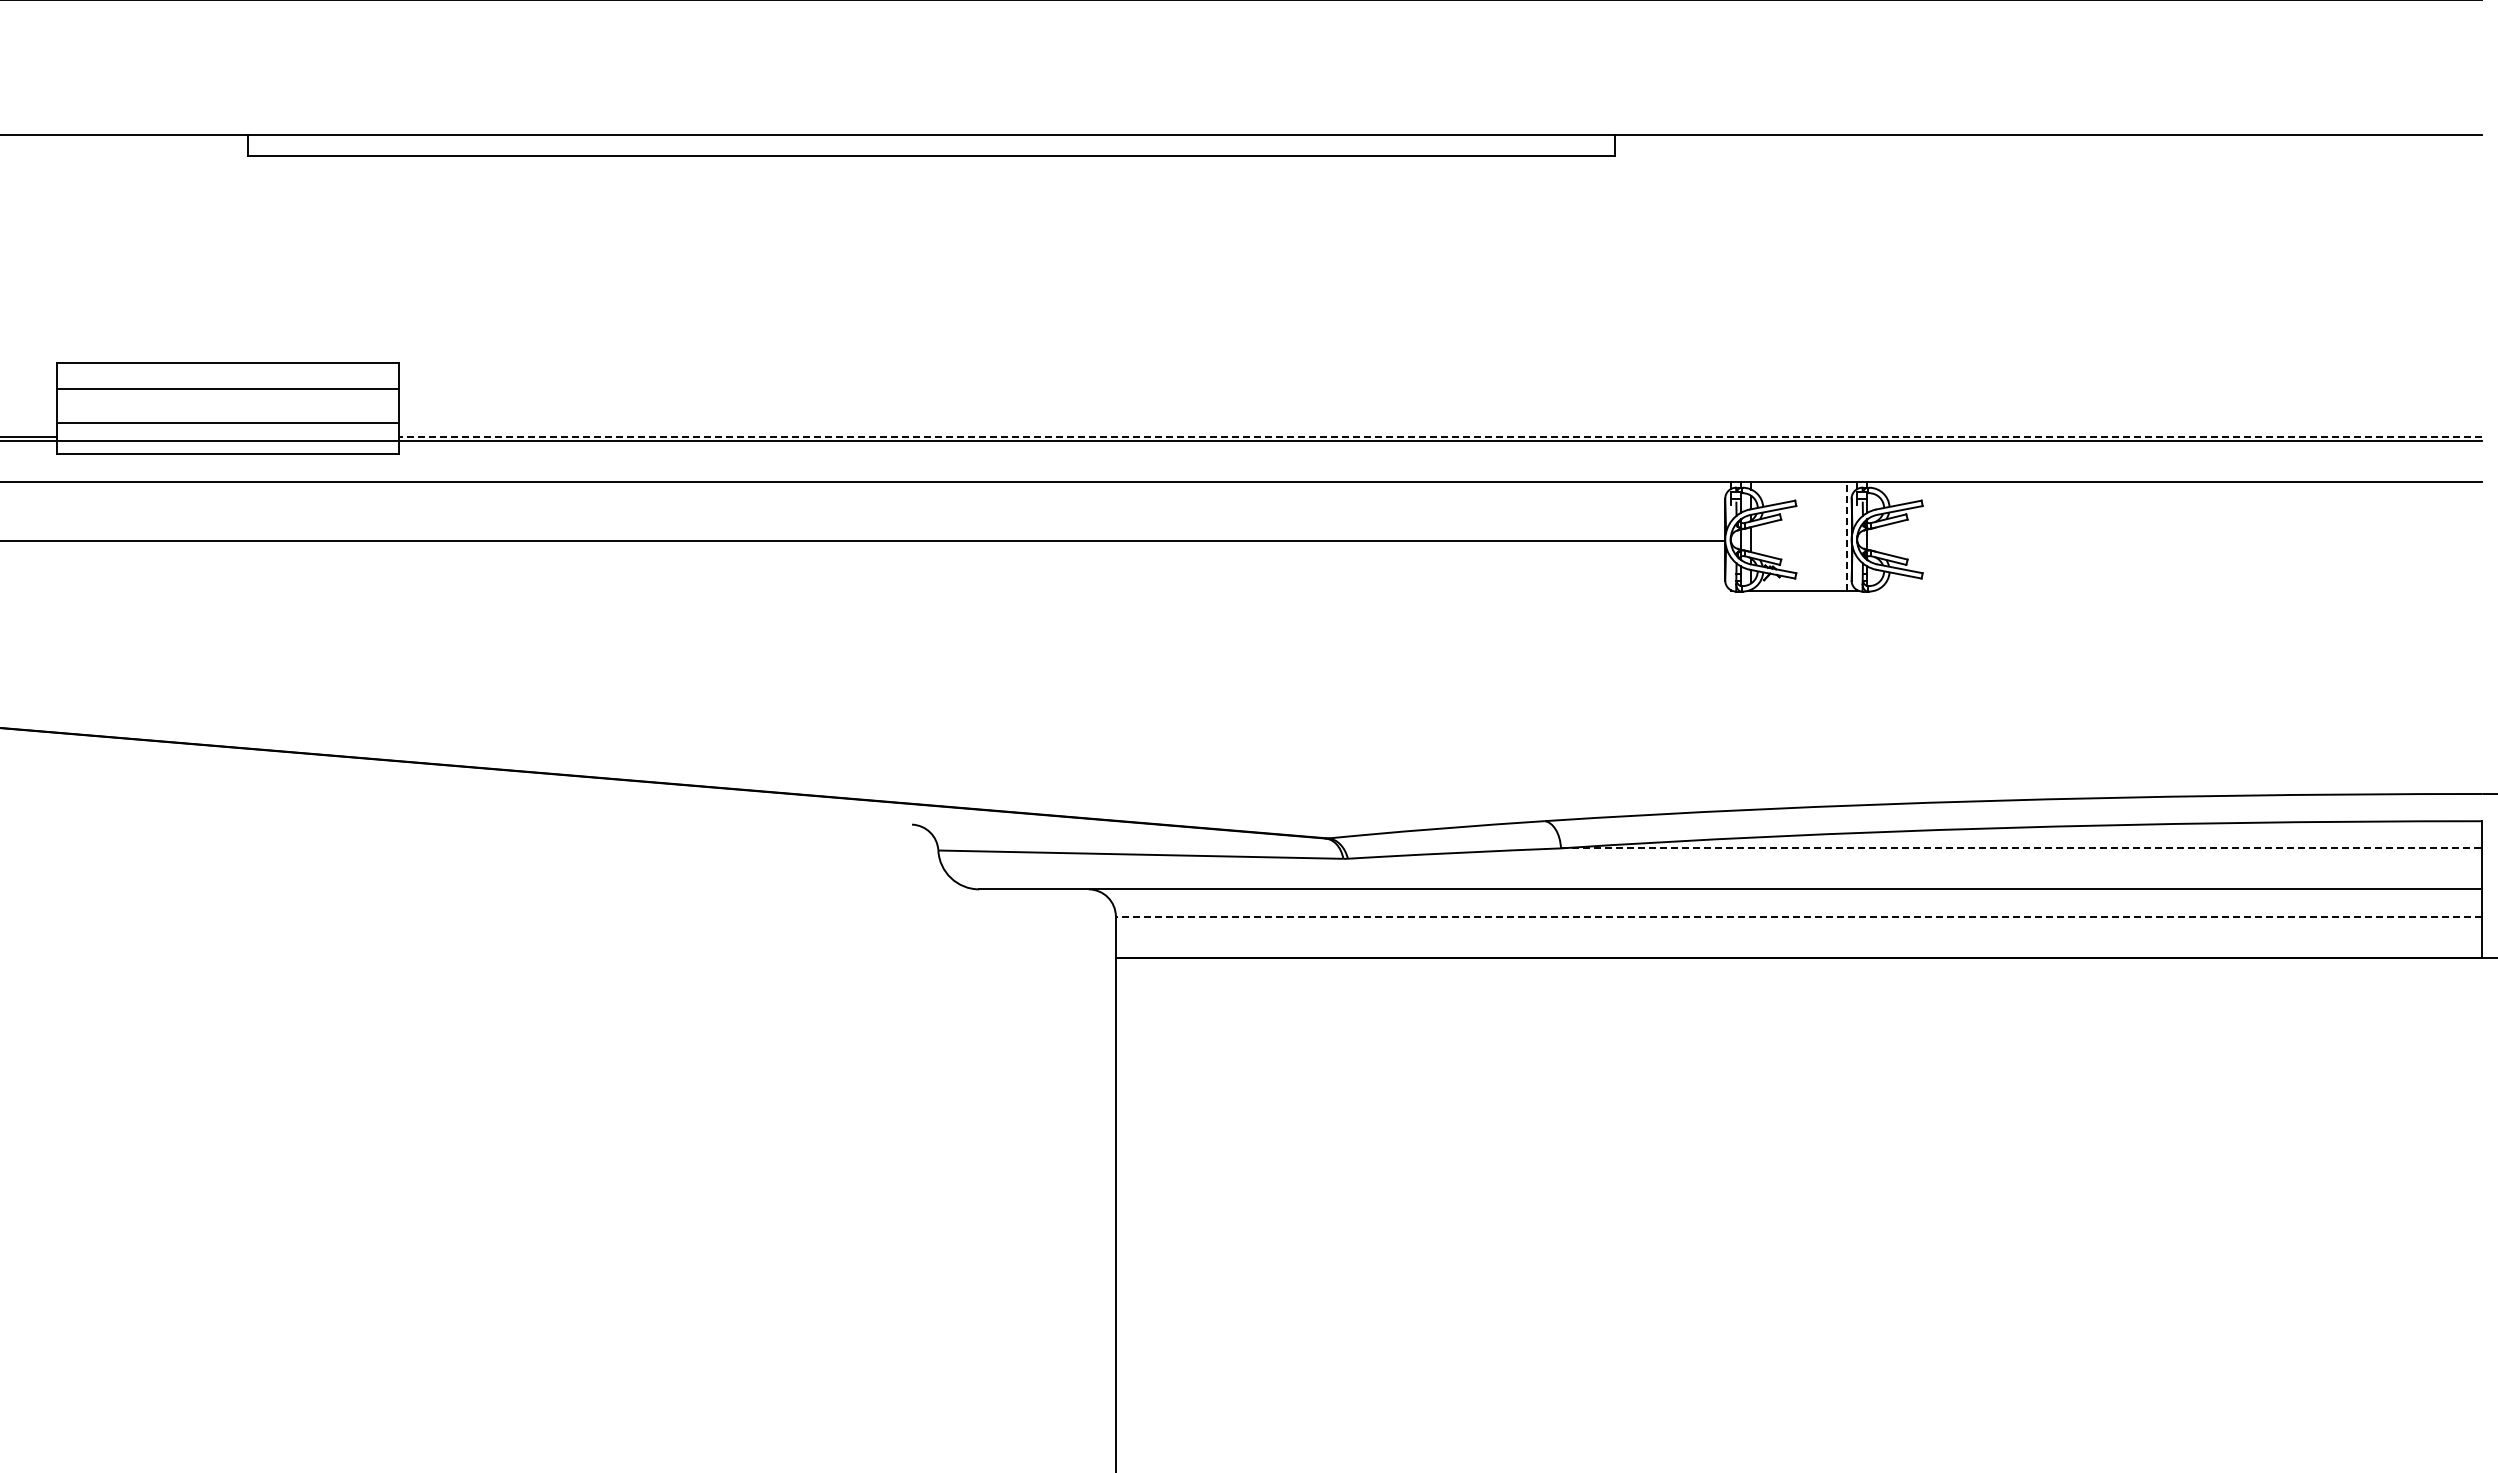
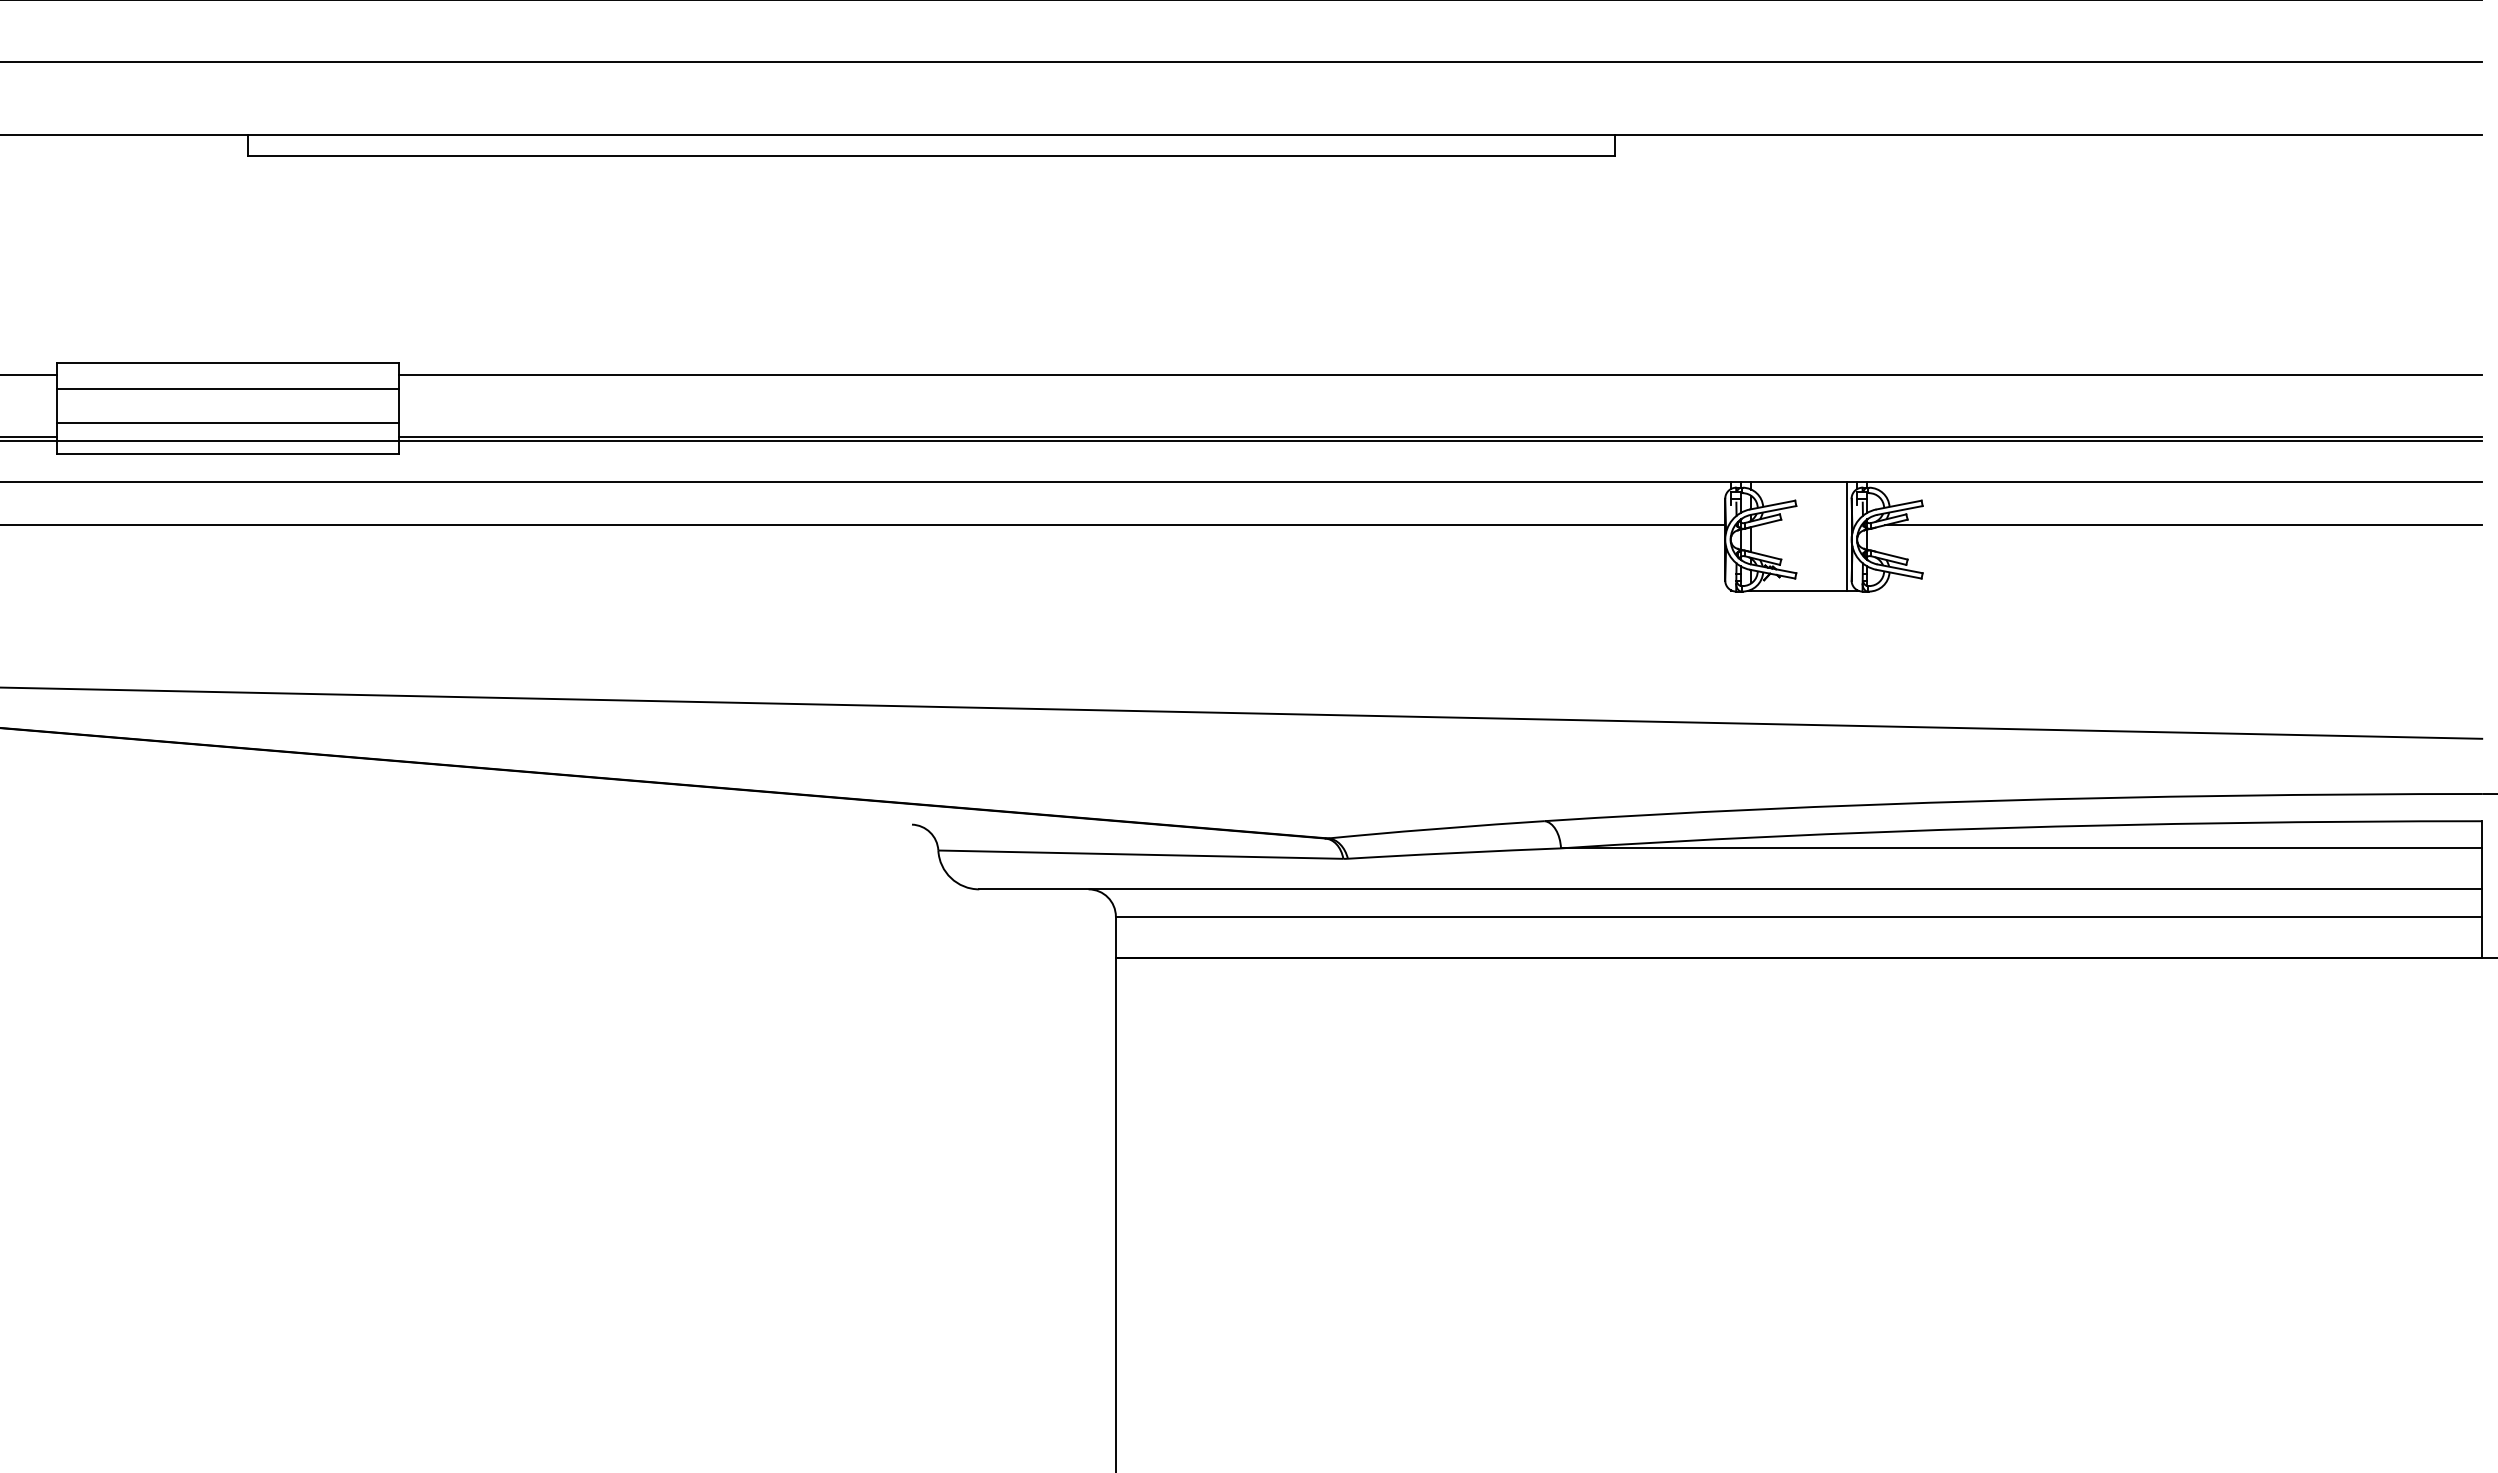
line at (1242, 61): none -> present
line at (29, 375): none -> present
line at (1440, 375): none -> present
line at (1440, 436): dashed -> solid
line at (2183, 525): none -> present
line at (1846, 536): dashed -> solid
line at (863, 541) position: (863, 541) -> (863, 525)
line at (1242, 712): none -> present
line at (2021, 848): dashed -> solid
line at (1798, 916): dashed -> solid
